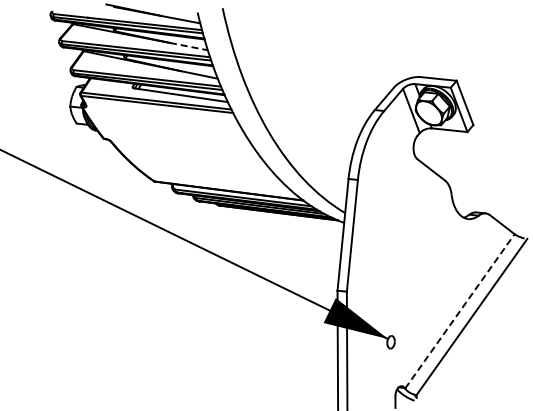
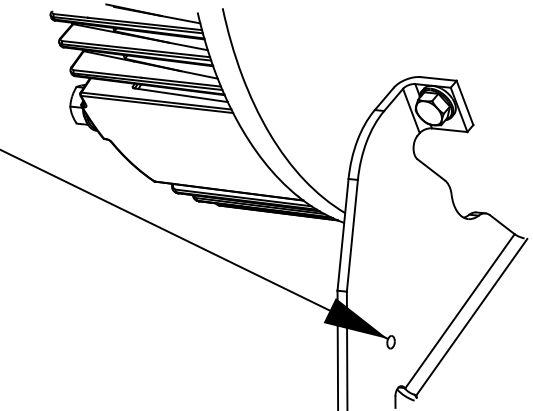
line at (189, 46): dashed -> solid
line at (459, 311): dashed -> solid
